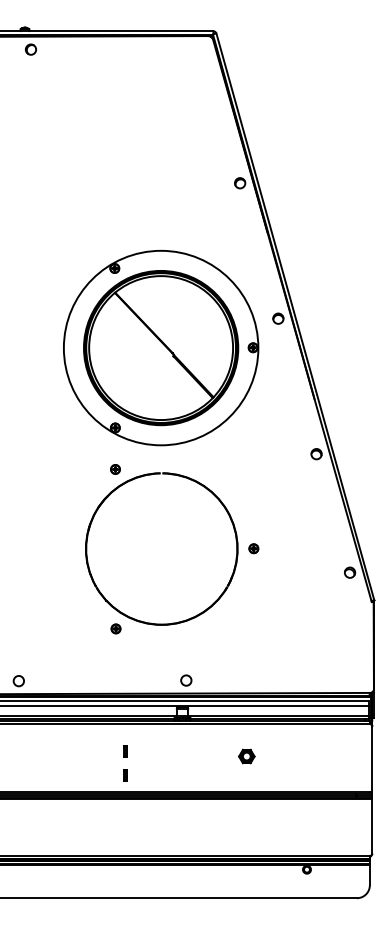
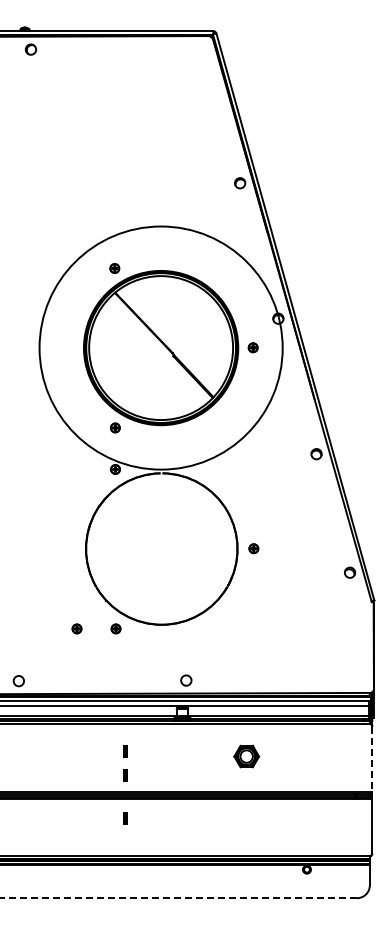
circle at (160, 347) diameter: 194 px -> 243 px
part at (76, 628): none -> present
part at (246, 756) size: 18x17 px -> 28x25 px
line at (372, 759): solid -> dashed
part at (125, 818): none -> present
line at (178, 898): solid -> dashed
